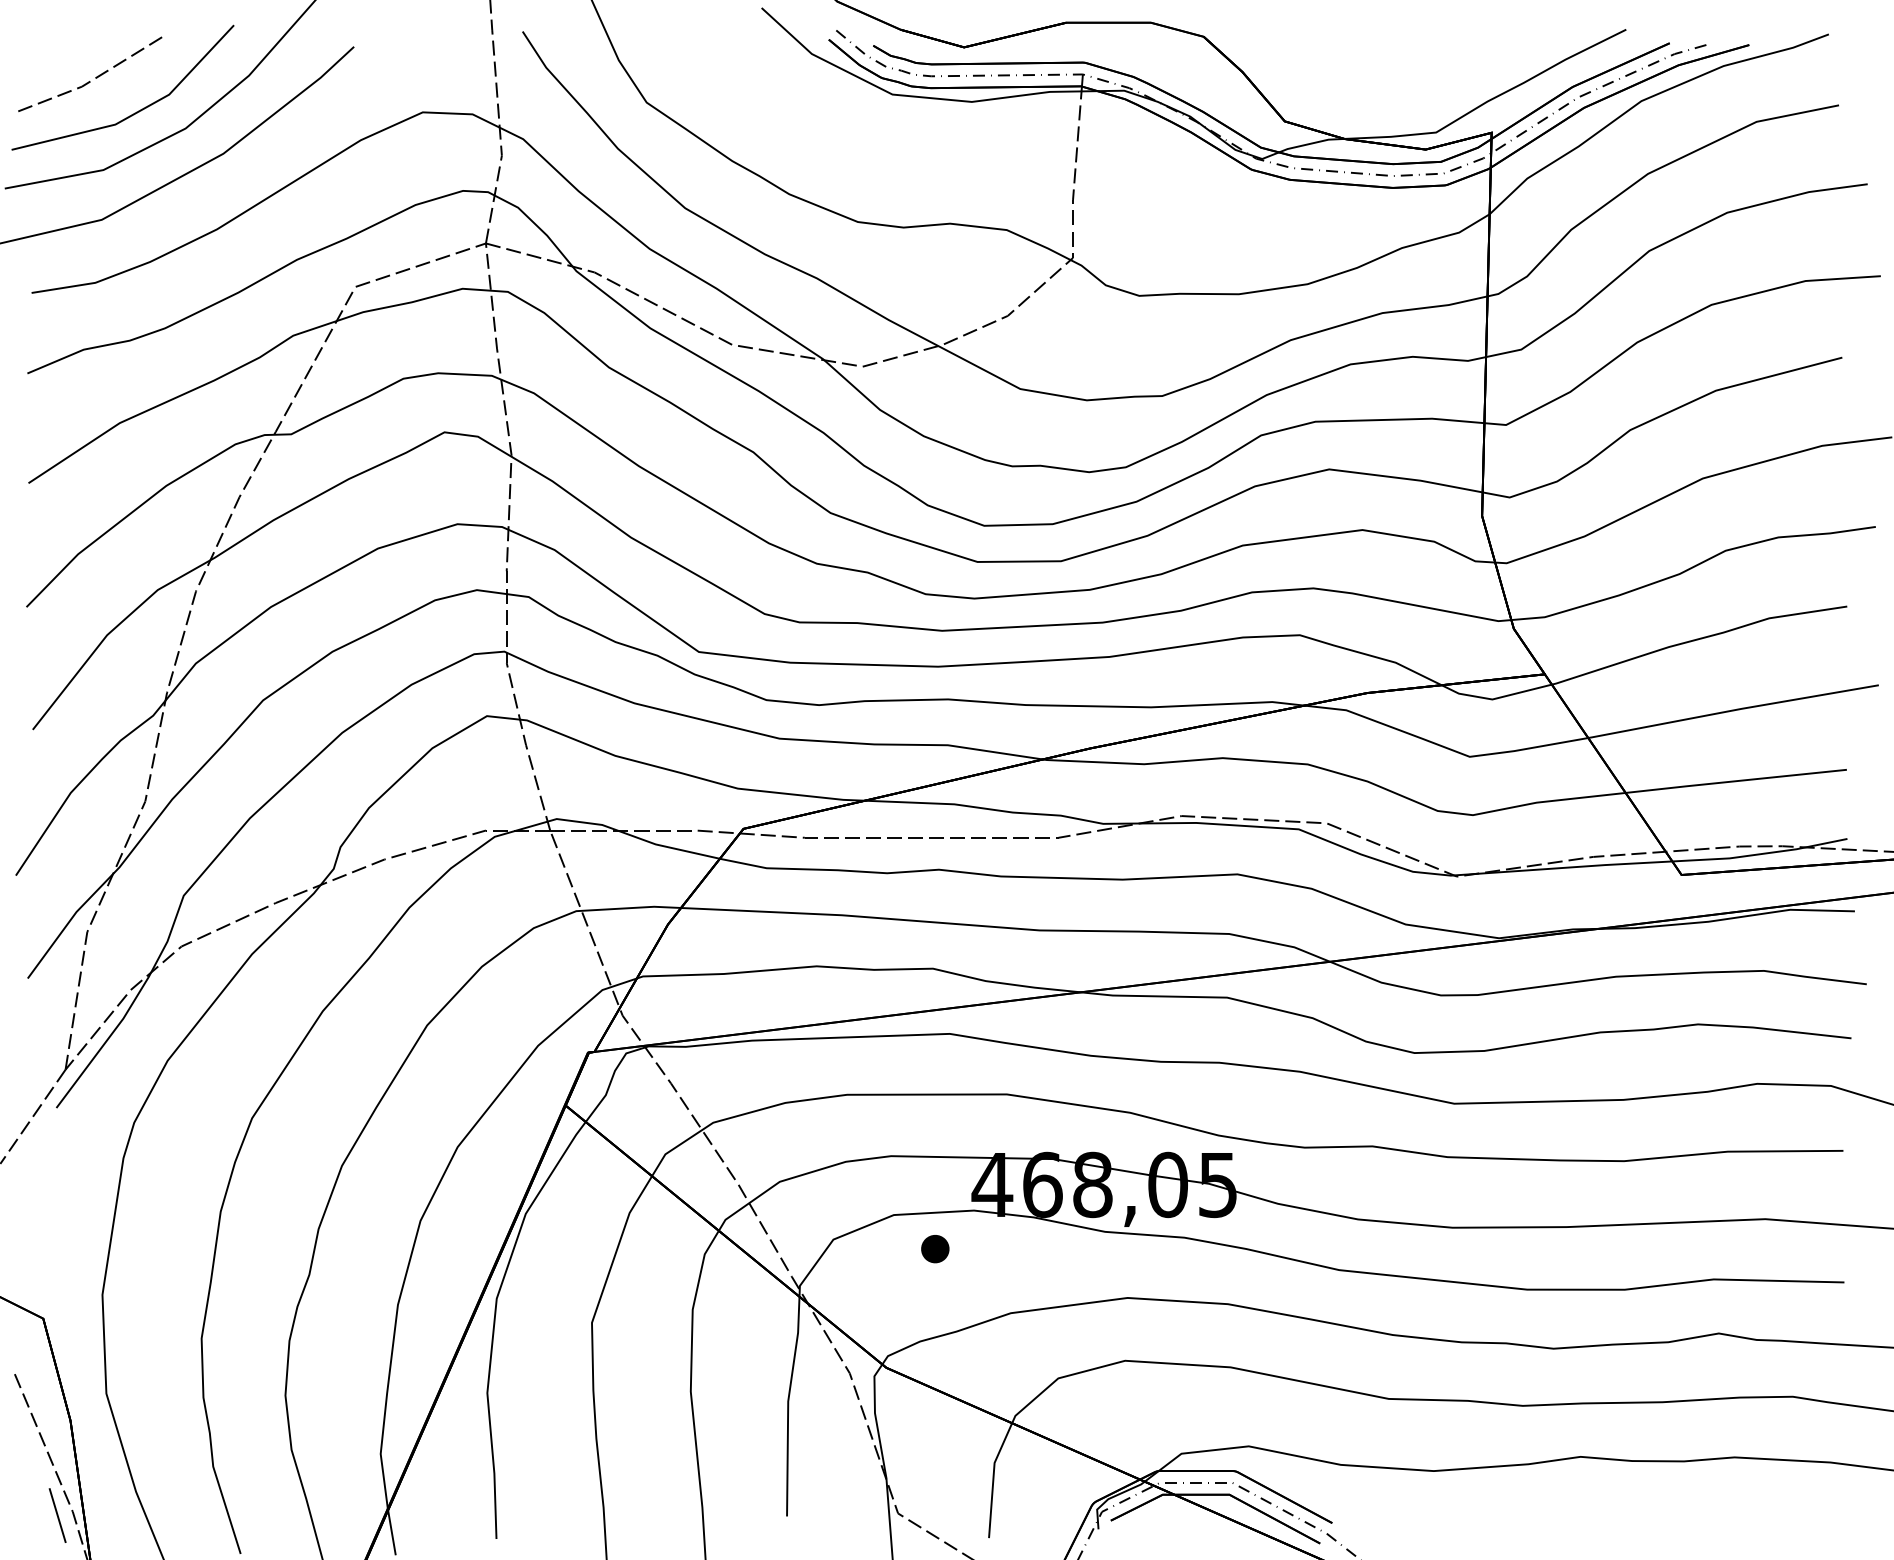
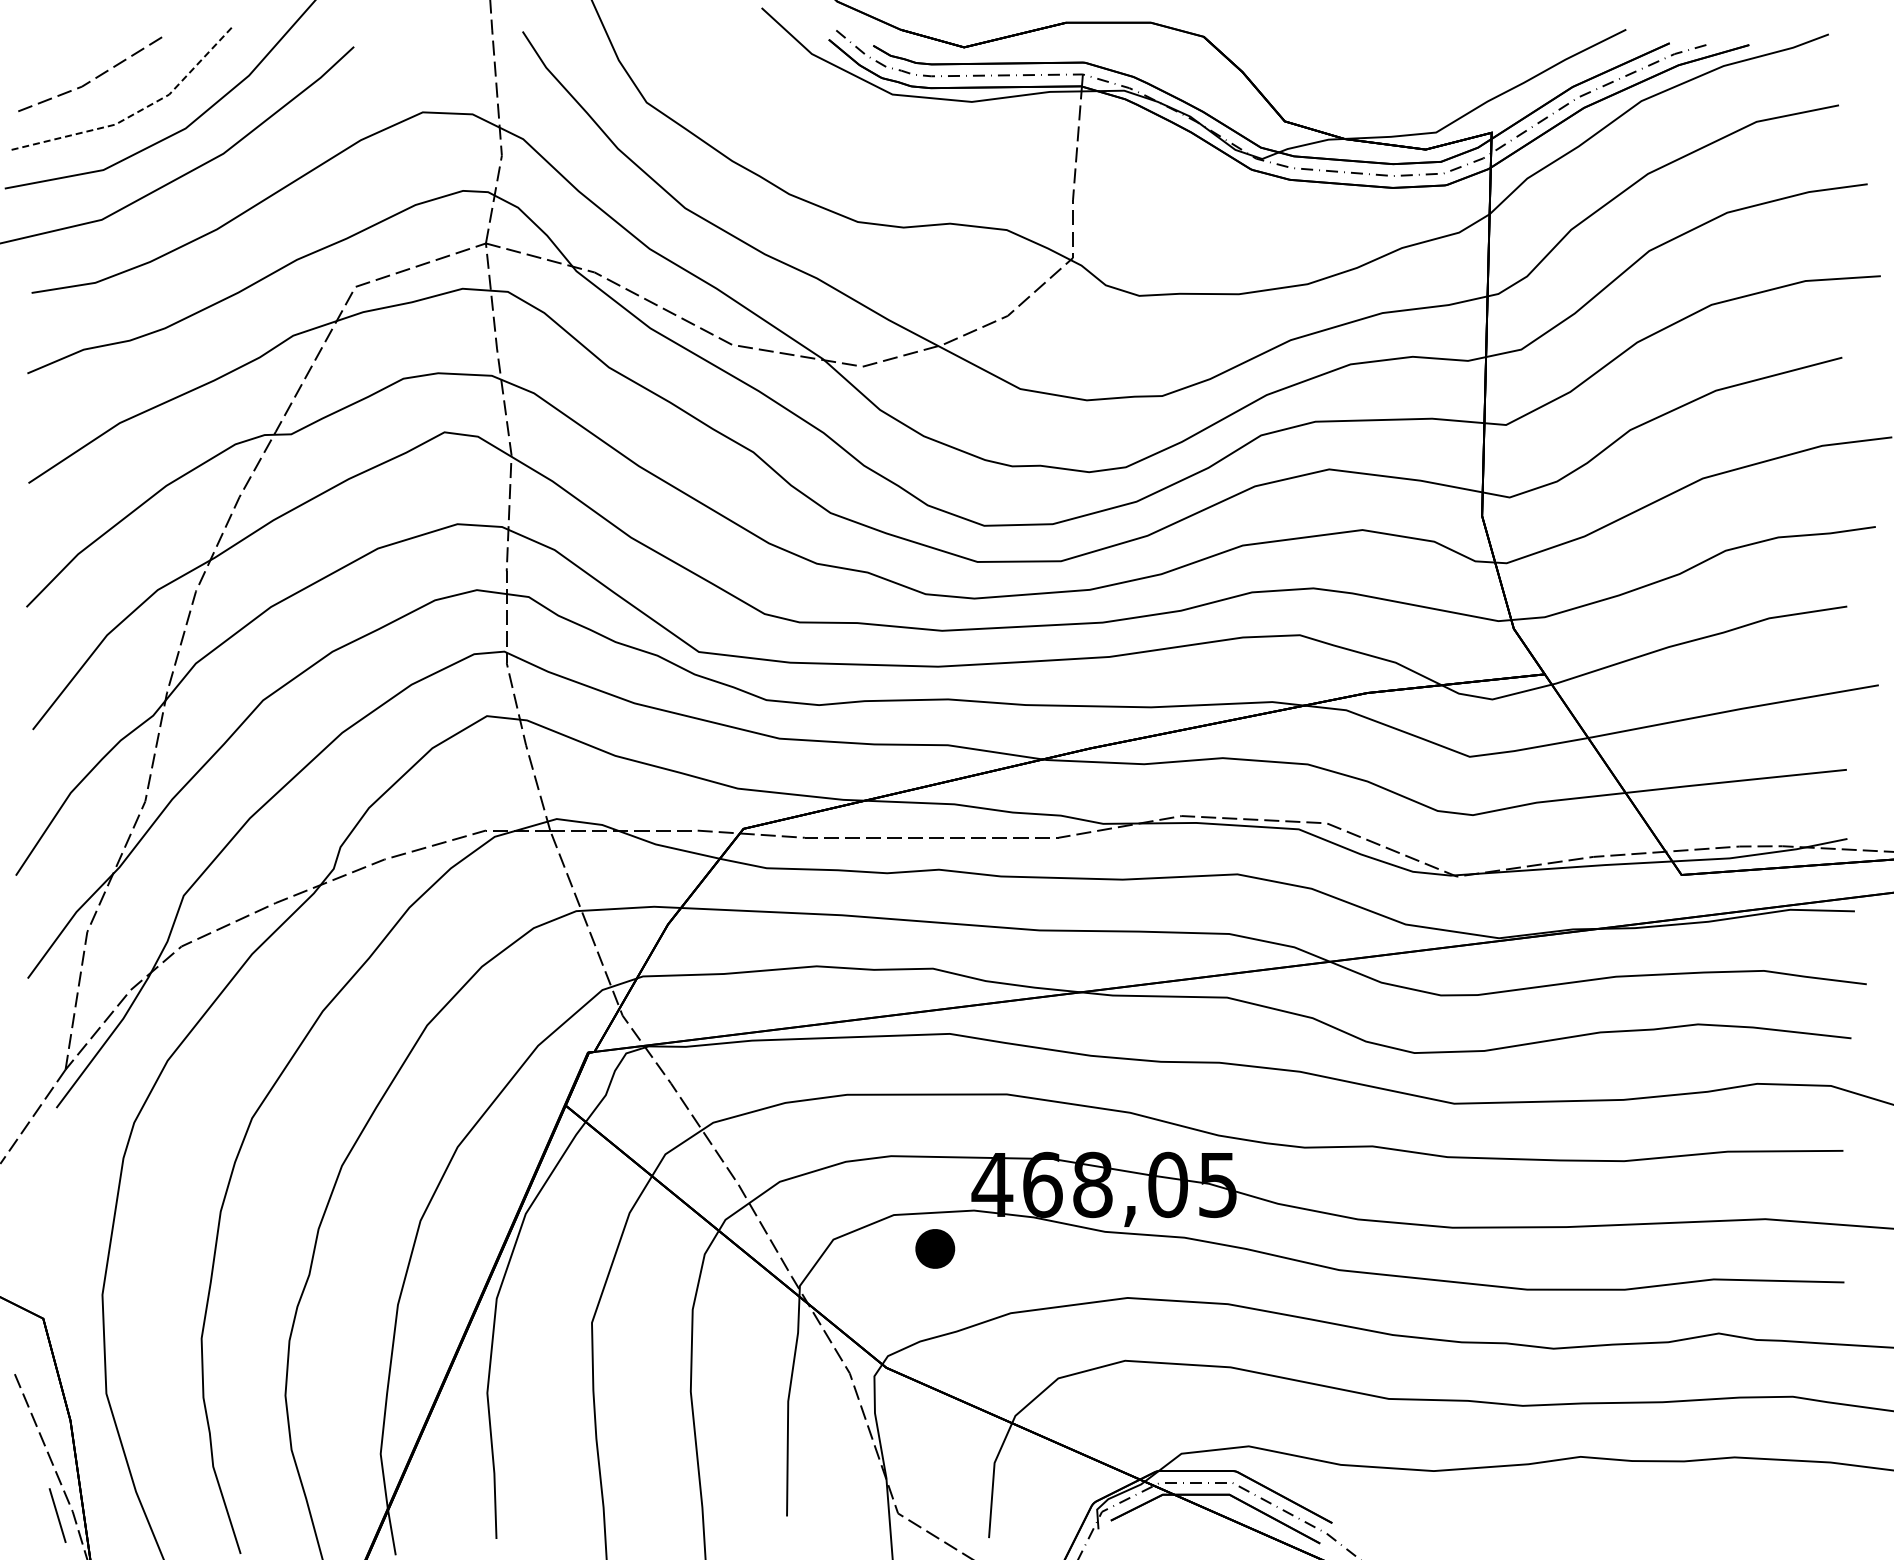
line at (137, 112): solid -> dashed
part at (935, 1249) size: 29x29 px -> 41x40 px
